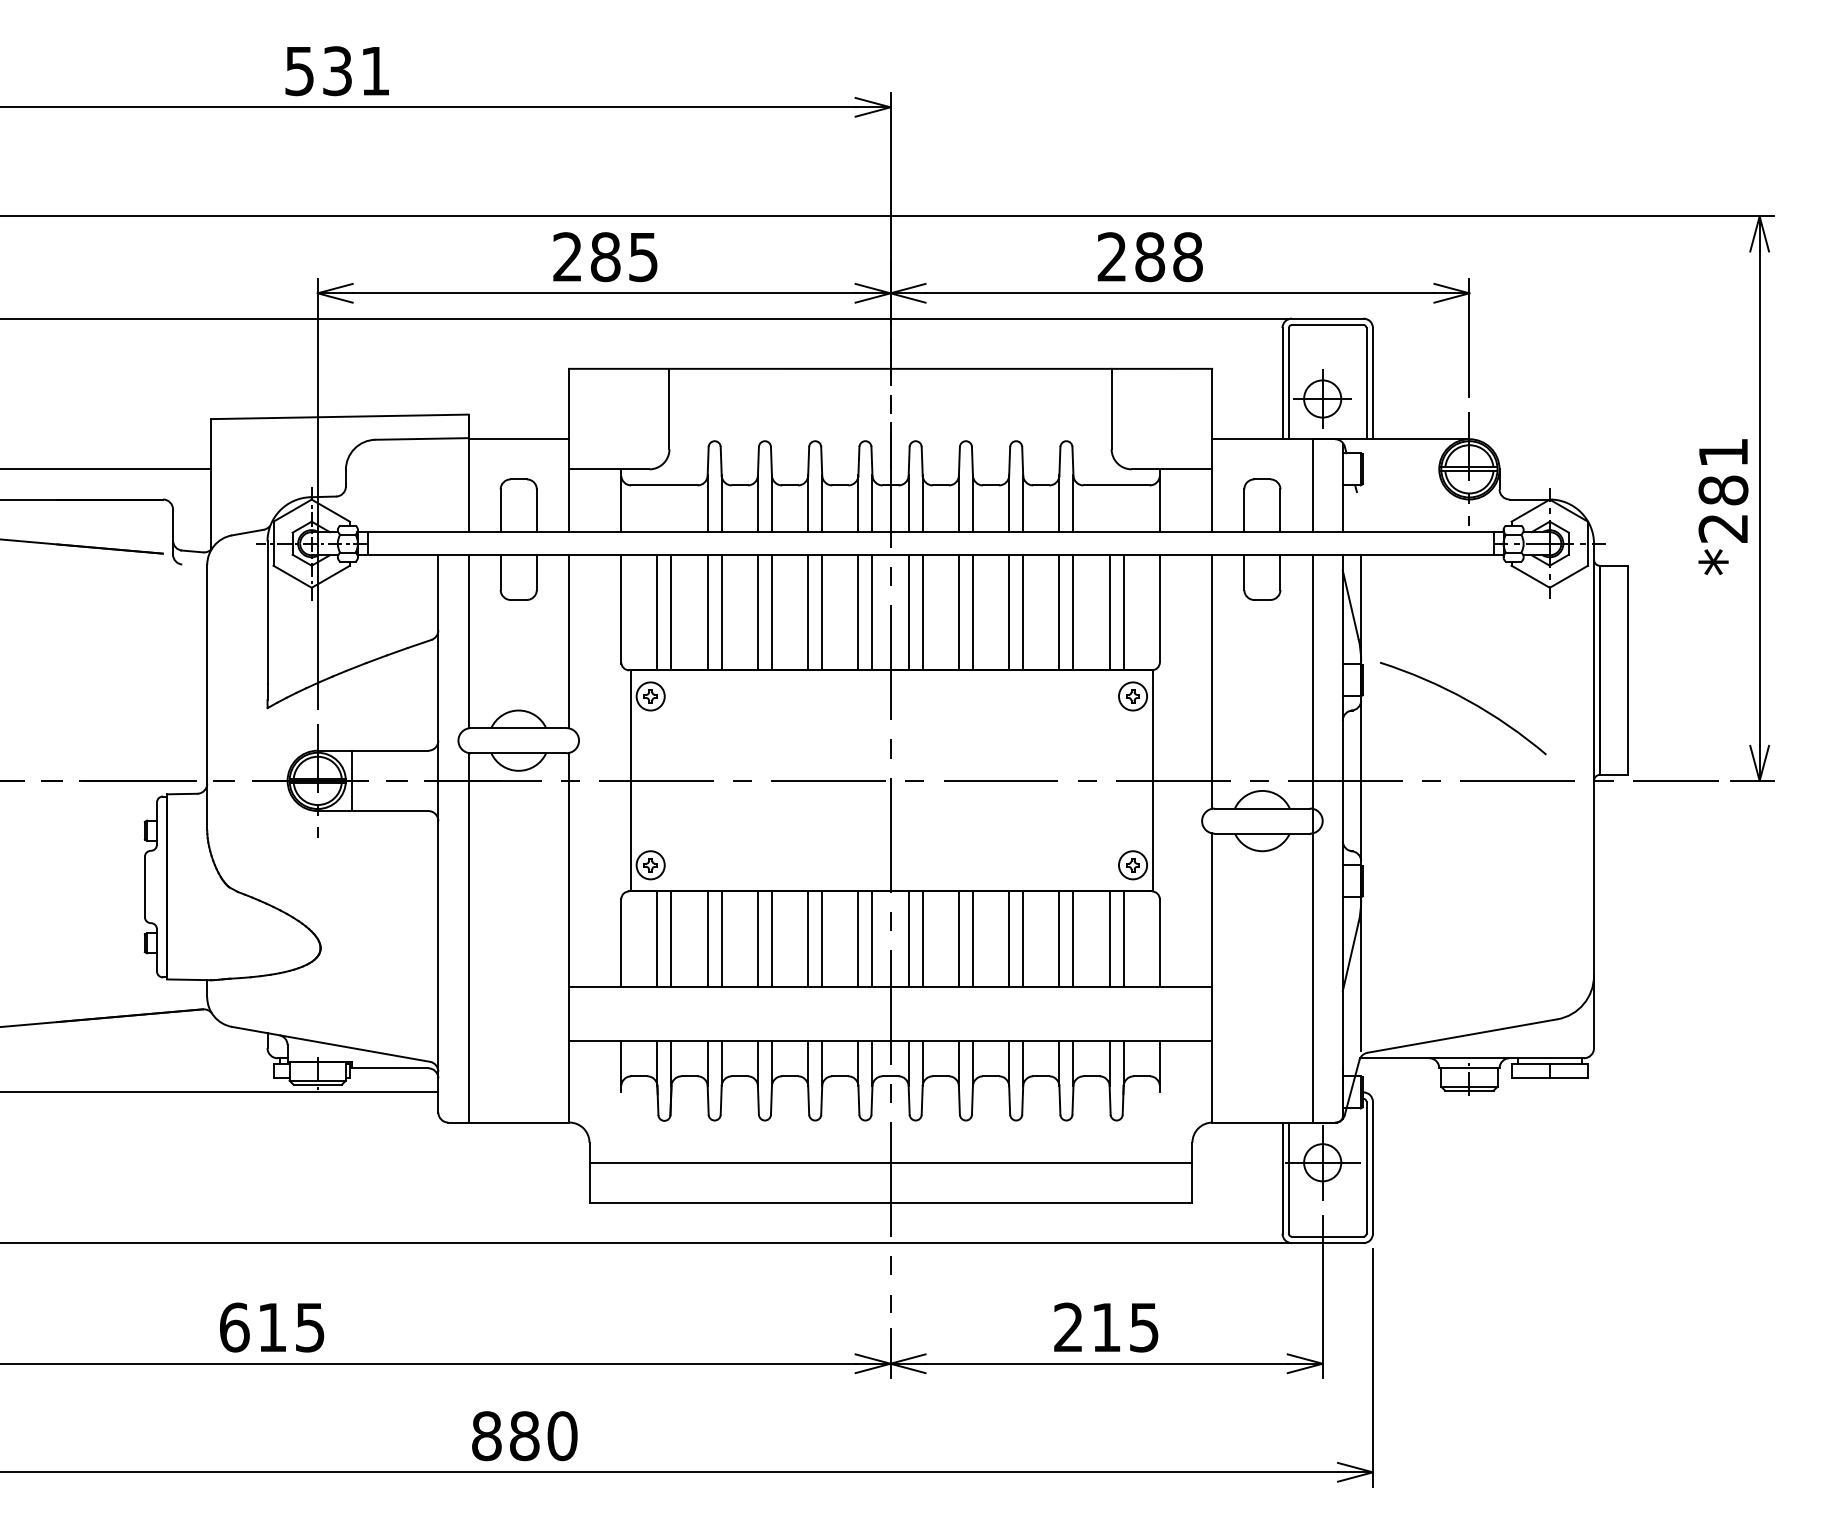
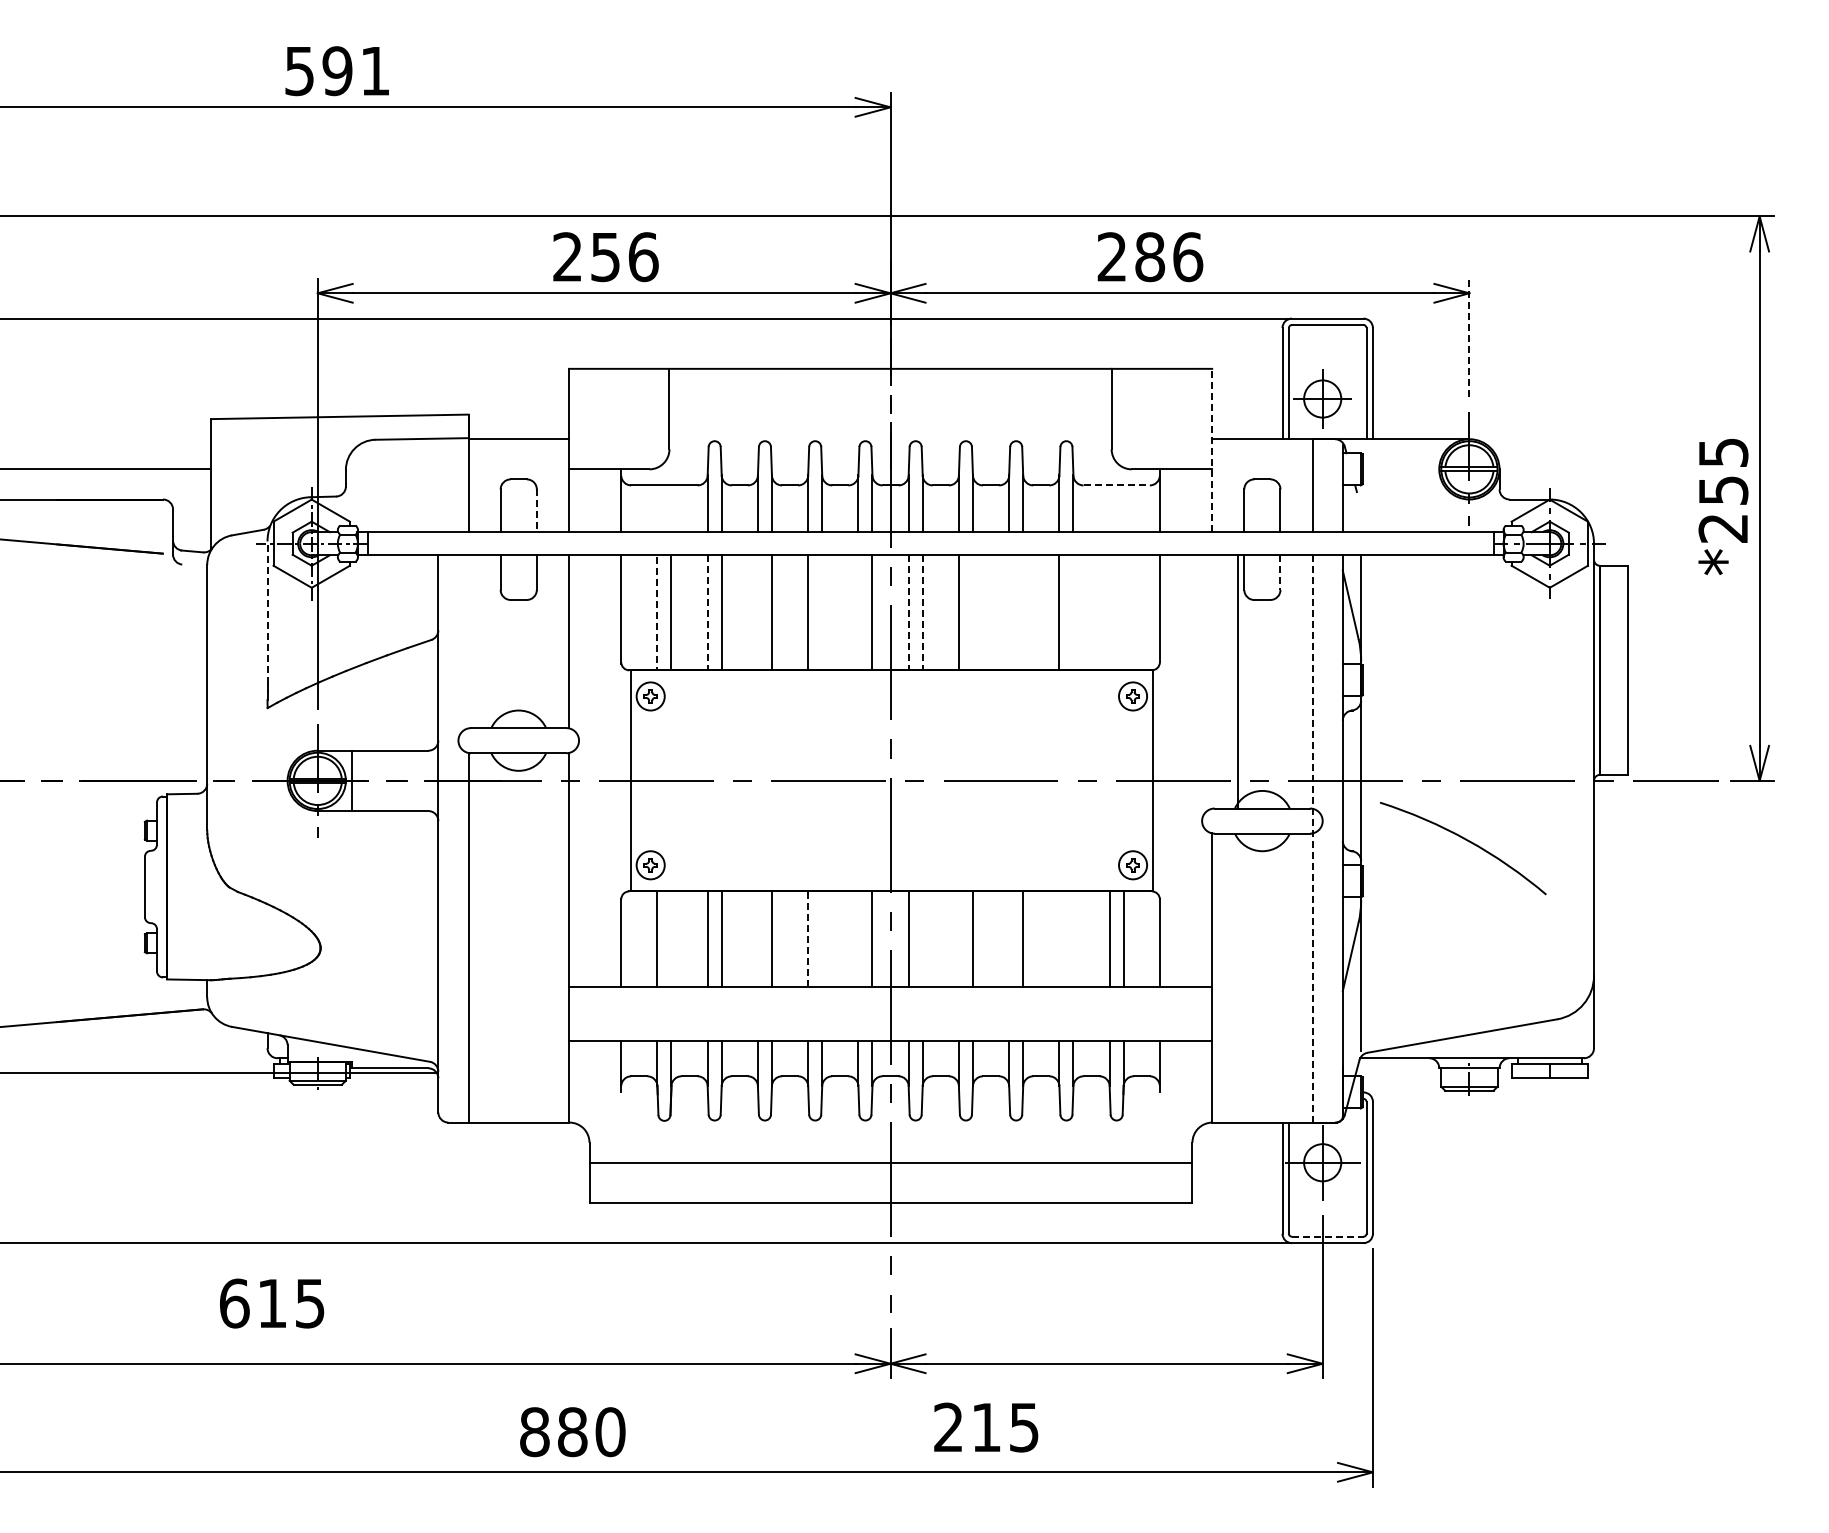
text at (337, 70): 531 -> 591
text at (624, 257): 285 -> 256
text at (1188, 257): 288 -> 286
line at (1469, 337): solid -> dashed
line at (1212, 450): solid -> dashed
text at (1723, 471): *281 -> *255
line at (1117, 485): solid -> dashed
line at (536, 511): solid -> dashed
line at (1280, 572): solid -> dashed
line at (267, 612): solid -> dashed
line at (707, 612): solid -> dashed
line at (757, 612): present -> none
line at (822, 612): present -> none
line at (858, 612): present -> none
line at (908, 612): solid -> dashed
line at (922, 612): solid -> dashed
line at (972, 612): present -> none
line at (1009, 612): present -> none
line at (1023, 612): present -> none
line at (1073, 612): present -> none
line at (657, 613): solid -> dashed
line at (1109, 613): present -> none
line at (1123, 613): present -> none
line at (468, 641): present -> none
line at (1212, 681) position: (1212, 681) -> (1238, 681)
arc at (1467, 701) position: (1467, 701) -> (1467, 841)
line at (1312, 838): solid -> dashed
line at (671, 938): present -> none
line at (757, 938): present -> none
line at (822, 938): present -> none
line at (858, 938): present -> none
line at (922, 938): present -> none
line at (958, 938): present -> none
line at (1009, 938): present -> none
line at (1059, 938): present -> none
line at (1073, 938): present -> none
line at (808, 939): solid -> dashed
line at (220, 1092) position: (220, 1092) -> (220, 1073)
line at (1327, 1236): solid -> dashed
text at (272, 1327) position: (272, 1327) -> (272, 1303)
text at (1106, 1327) position: (1106, 1327) -> (986, 1427)
text at (524, 1436) position: (524, 1436) -> (572, 1432)
